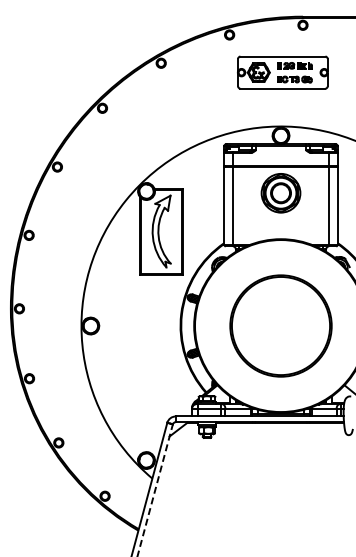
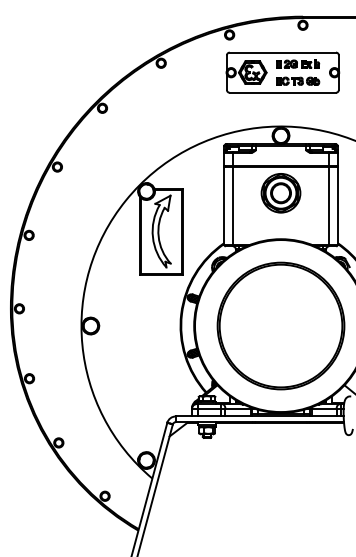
part at (282, 72) size: 92x35 px -> 116x43 px
part at (280, 325) size: 104x104 px -> 130x130 px
line at (155, 489): dashed -> solid
